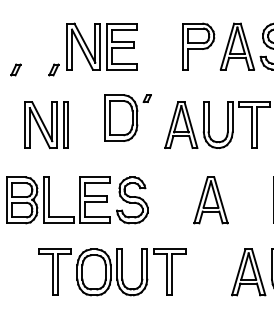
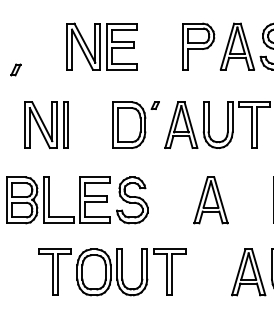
part at (53, 69): present -> none
part at (127, 117) position: (127, 117) -> (135, 124)
